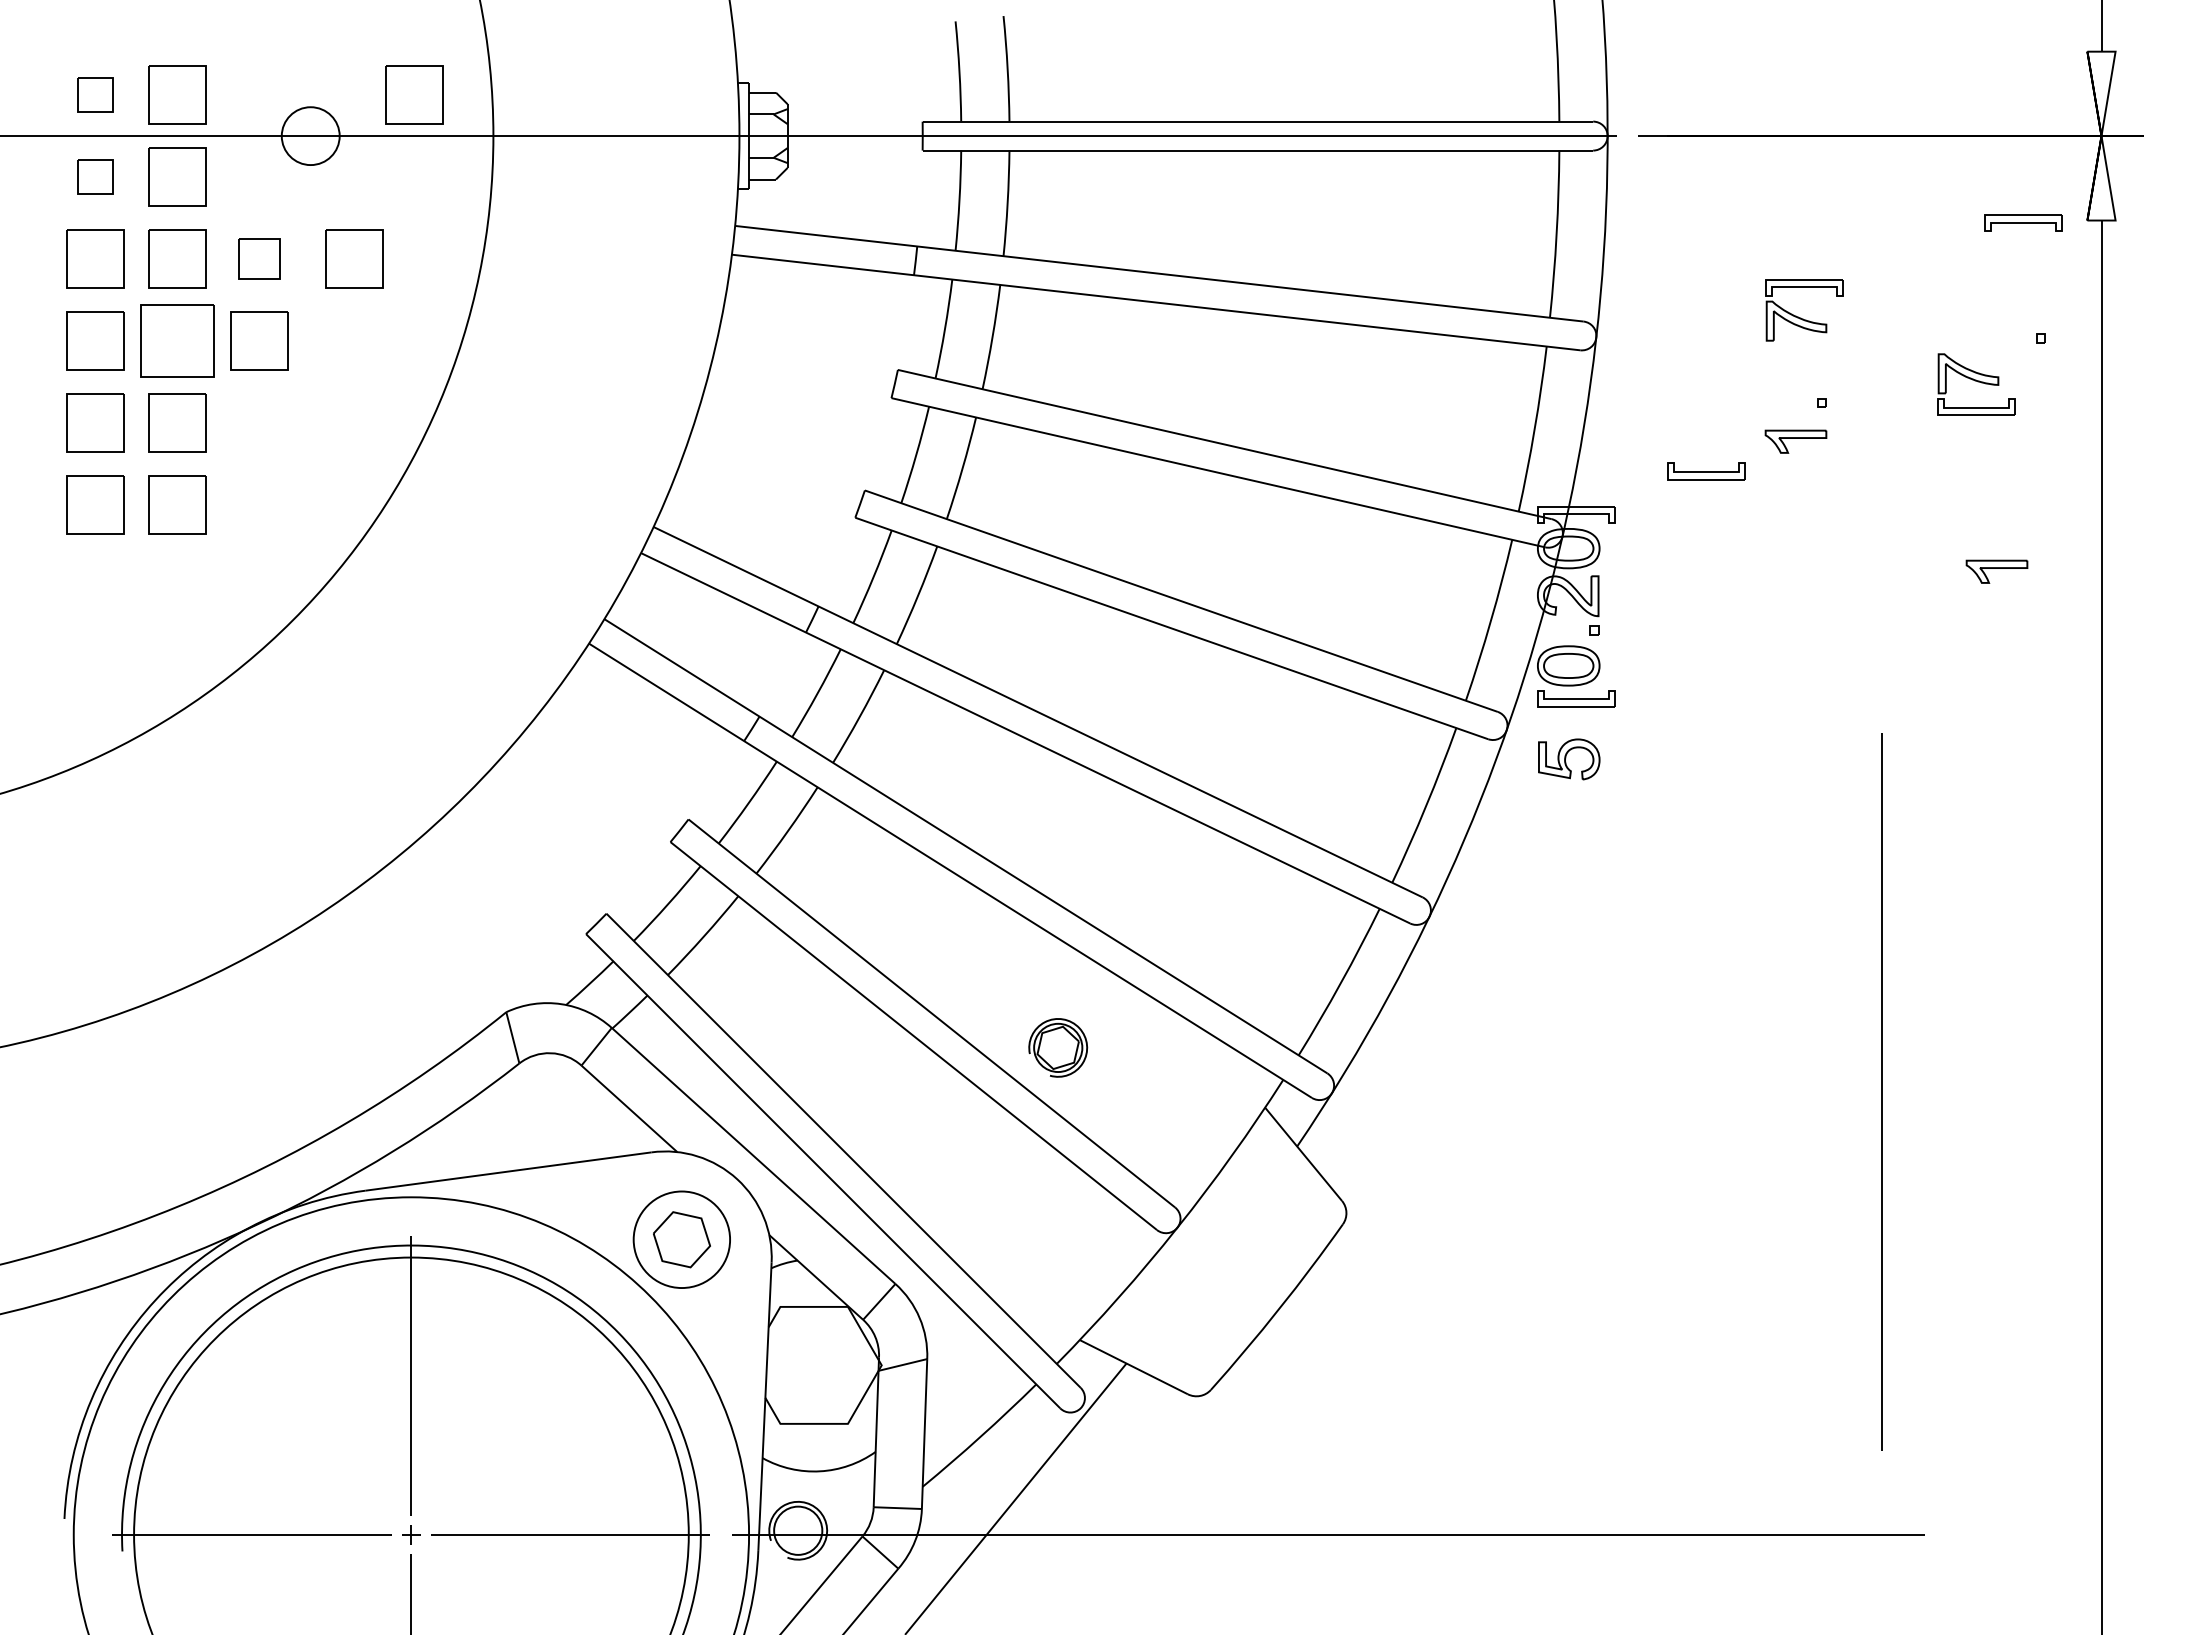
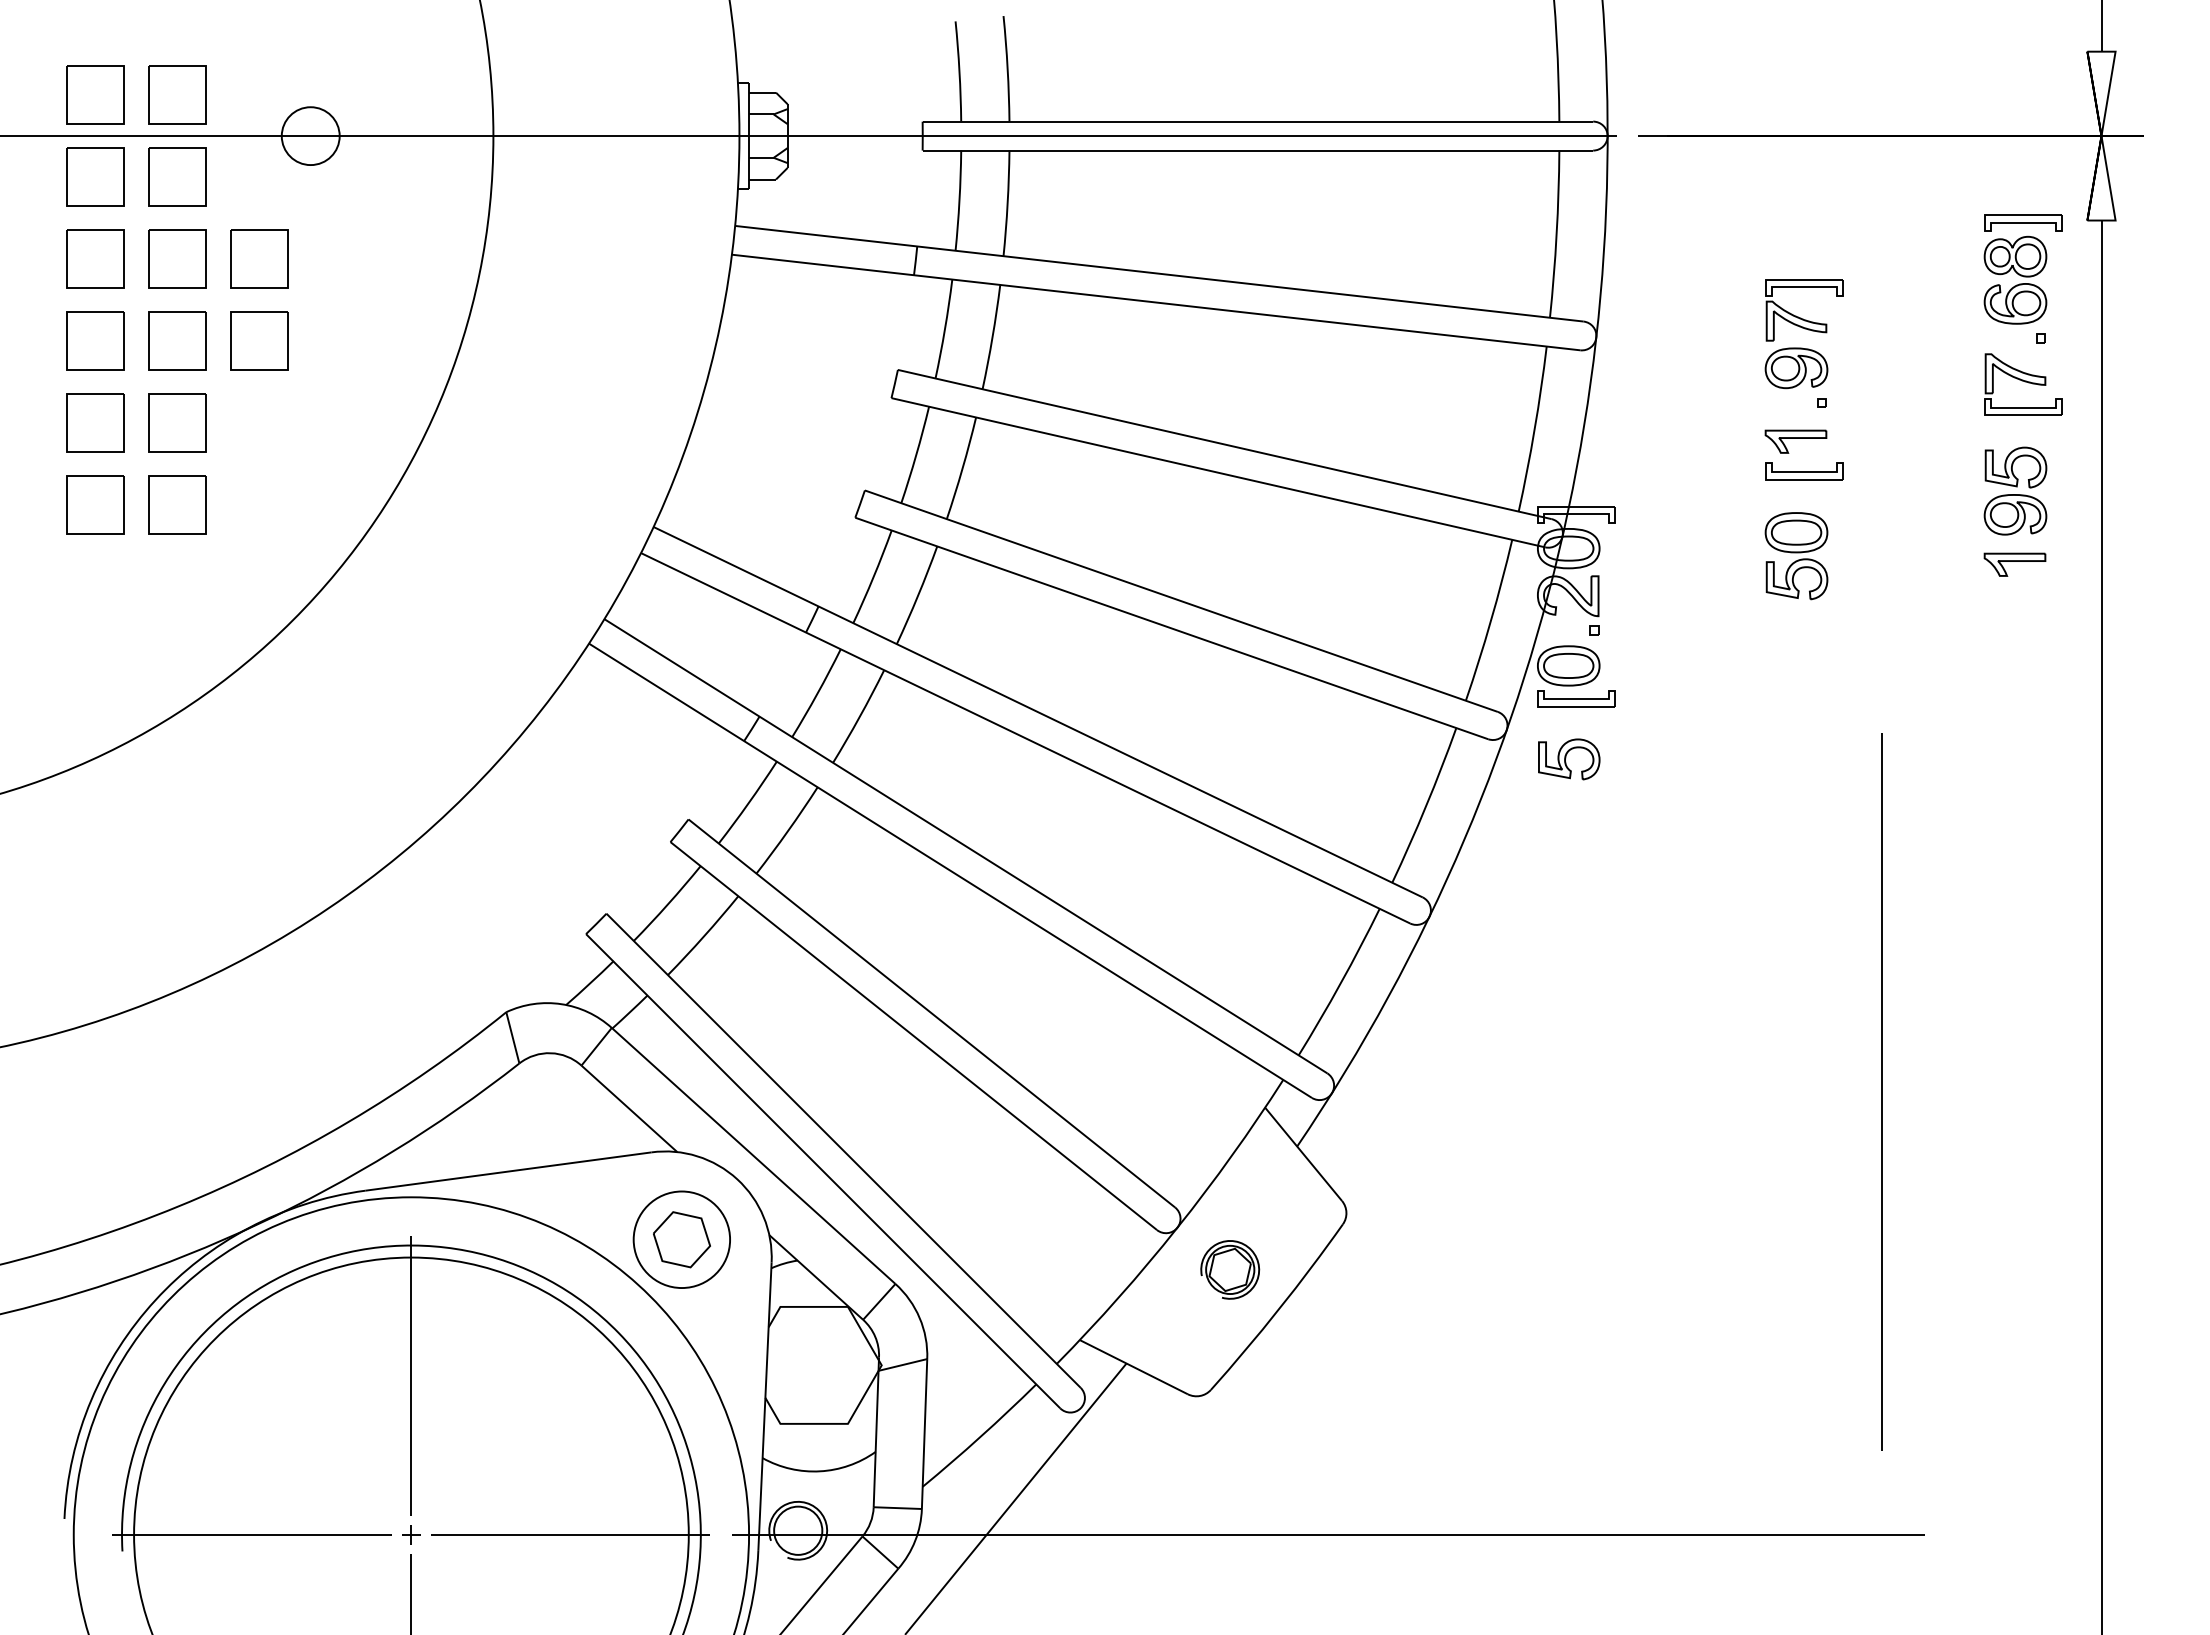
part at (95, 94) size: 37x36 px -> 59x60 px
part at (414, 94): present -> none
part at (95, 176) size: 37x36 px -> 59x60 px
part at (259, 258) size: 43x42 px -> 59x60 px
part at (354, 258): present -> none
part at (2015, 279): none -> present
part at (177, 340) size: 75x74 px -> 59x60 px
part at (1796, 368): none -> present
part at (1976, 384) position: (1976, 384) -> (2023, 384)
part at (1706, 471) position: (1706, 471) -> (1804, 471)
part at (2015, 490): none -> present
part at (1796, 556): none -> present
part at (1996, 571) position: (1996, 571) -> (2014, 564)
part at (1058, 1047) position: (1058, 1047) -> (1230, 1269)
